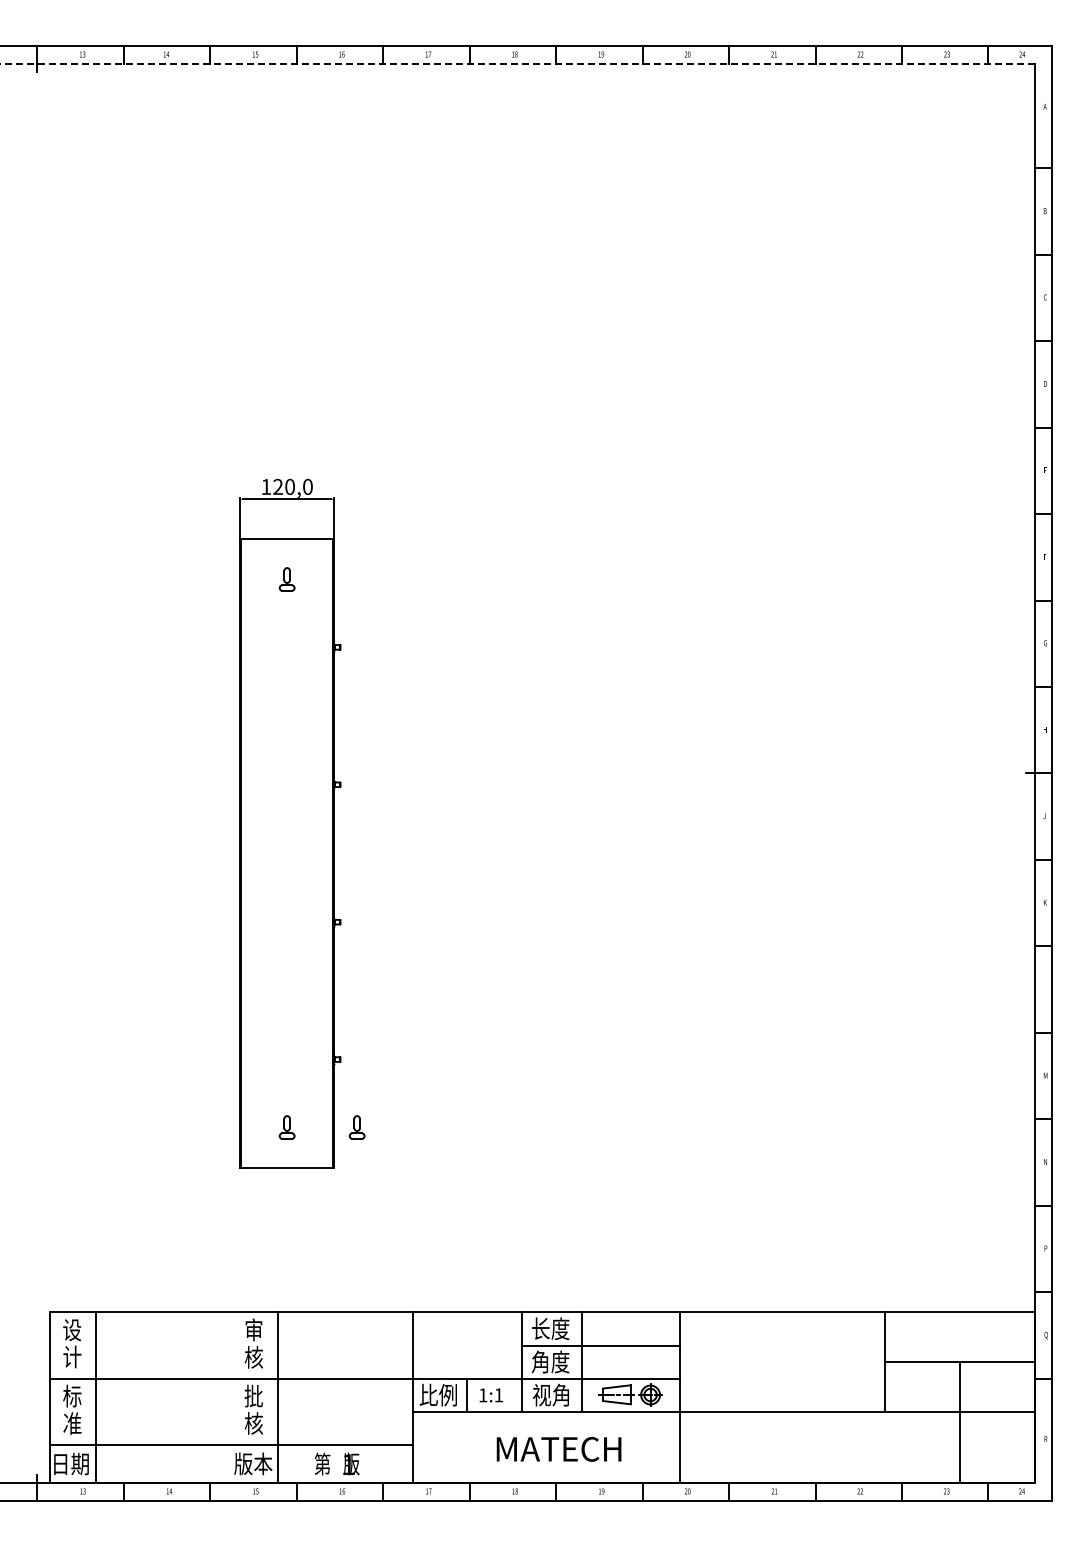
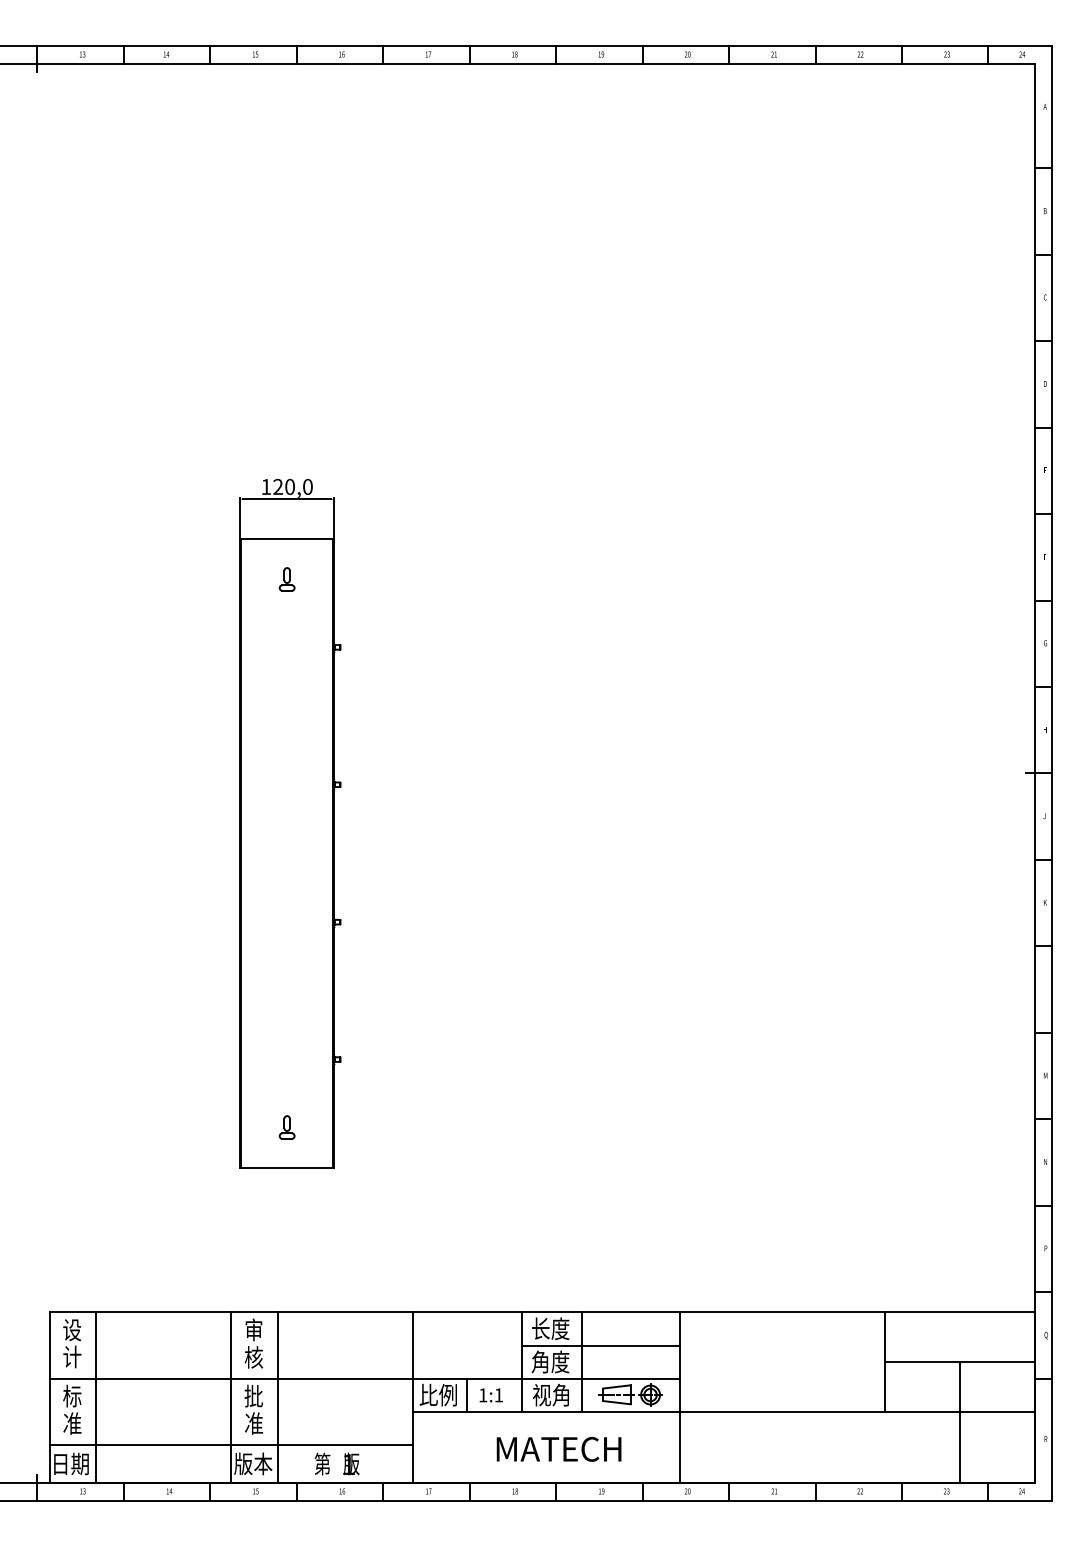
line at (517, 63): dashed -> solid
part at (356, 1127): present -> none
line at (231, 1397): none -> present
text at (253, 1423): 核 -> 准
